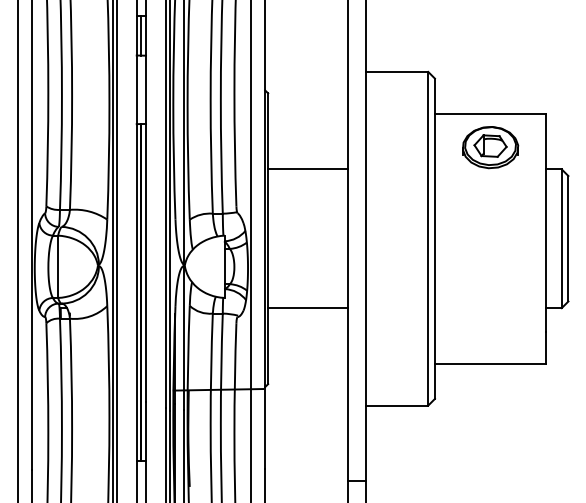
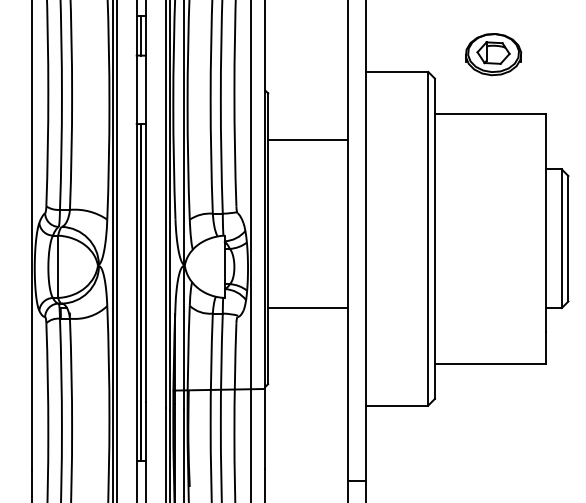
part at (490, 147) position: (490, 147) -> (493, 54)
line at (307, 169) position: (307, 169) -> (307, 140)
line at (17, 250): present -> none
